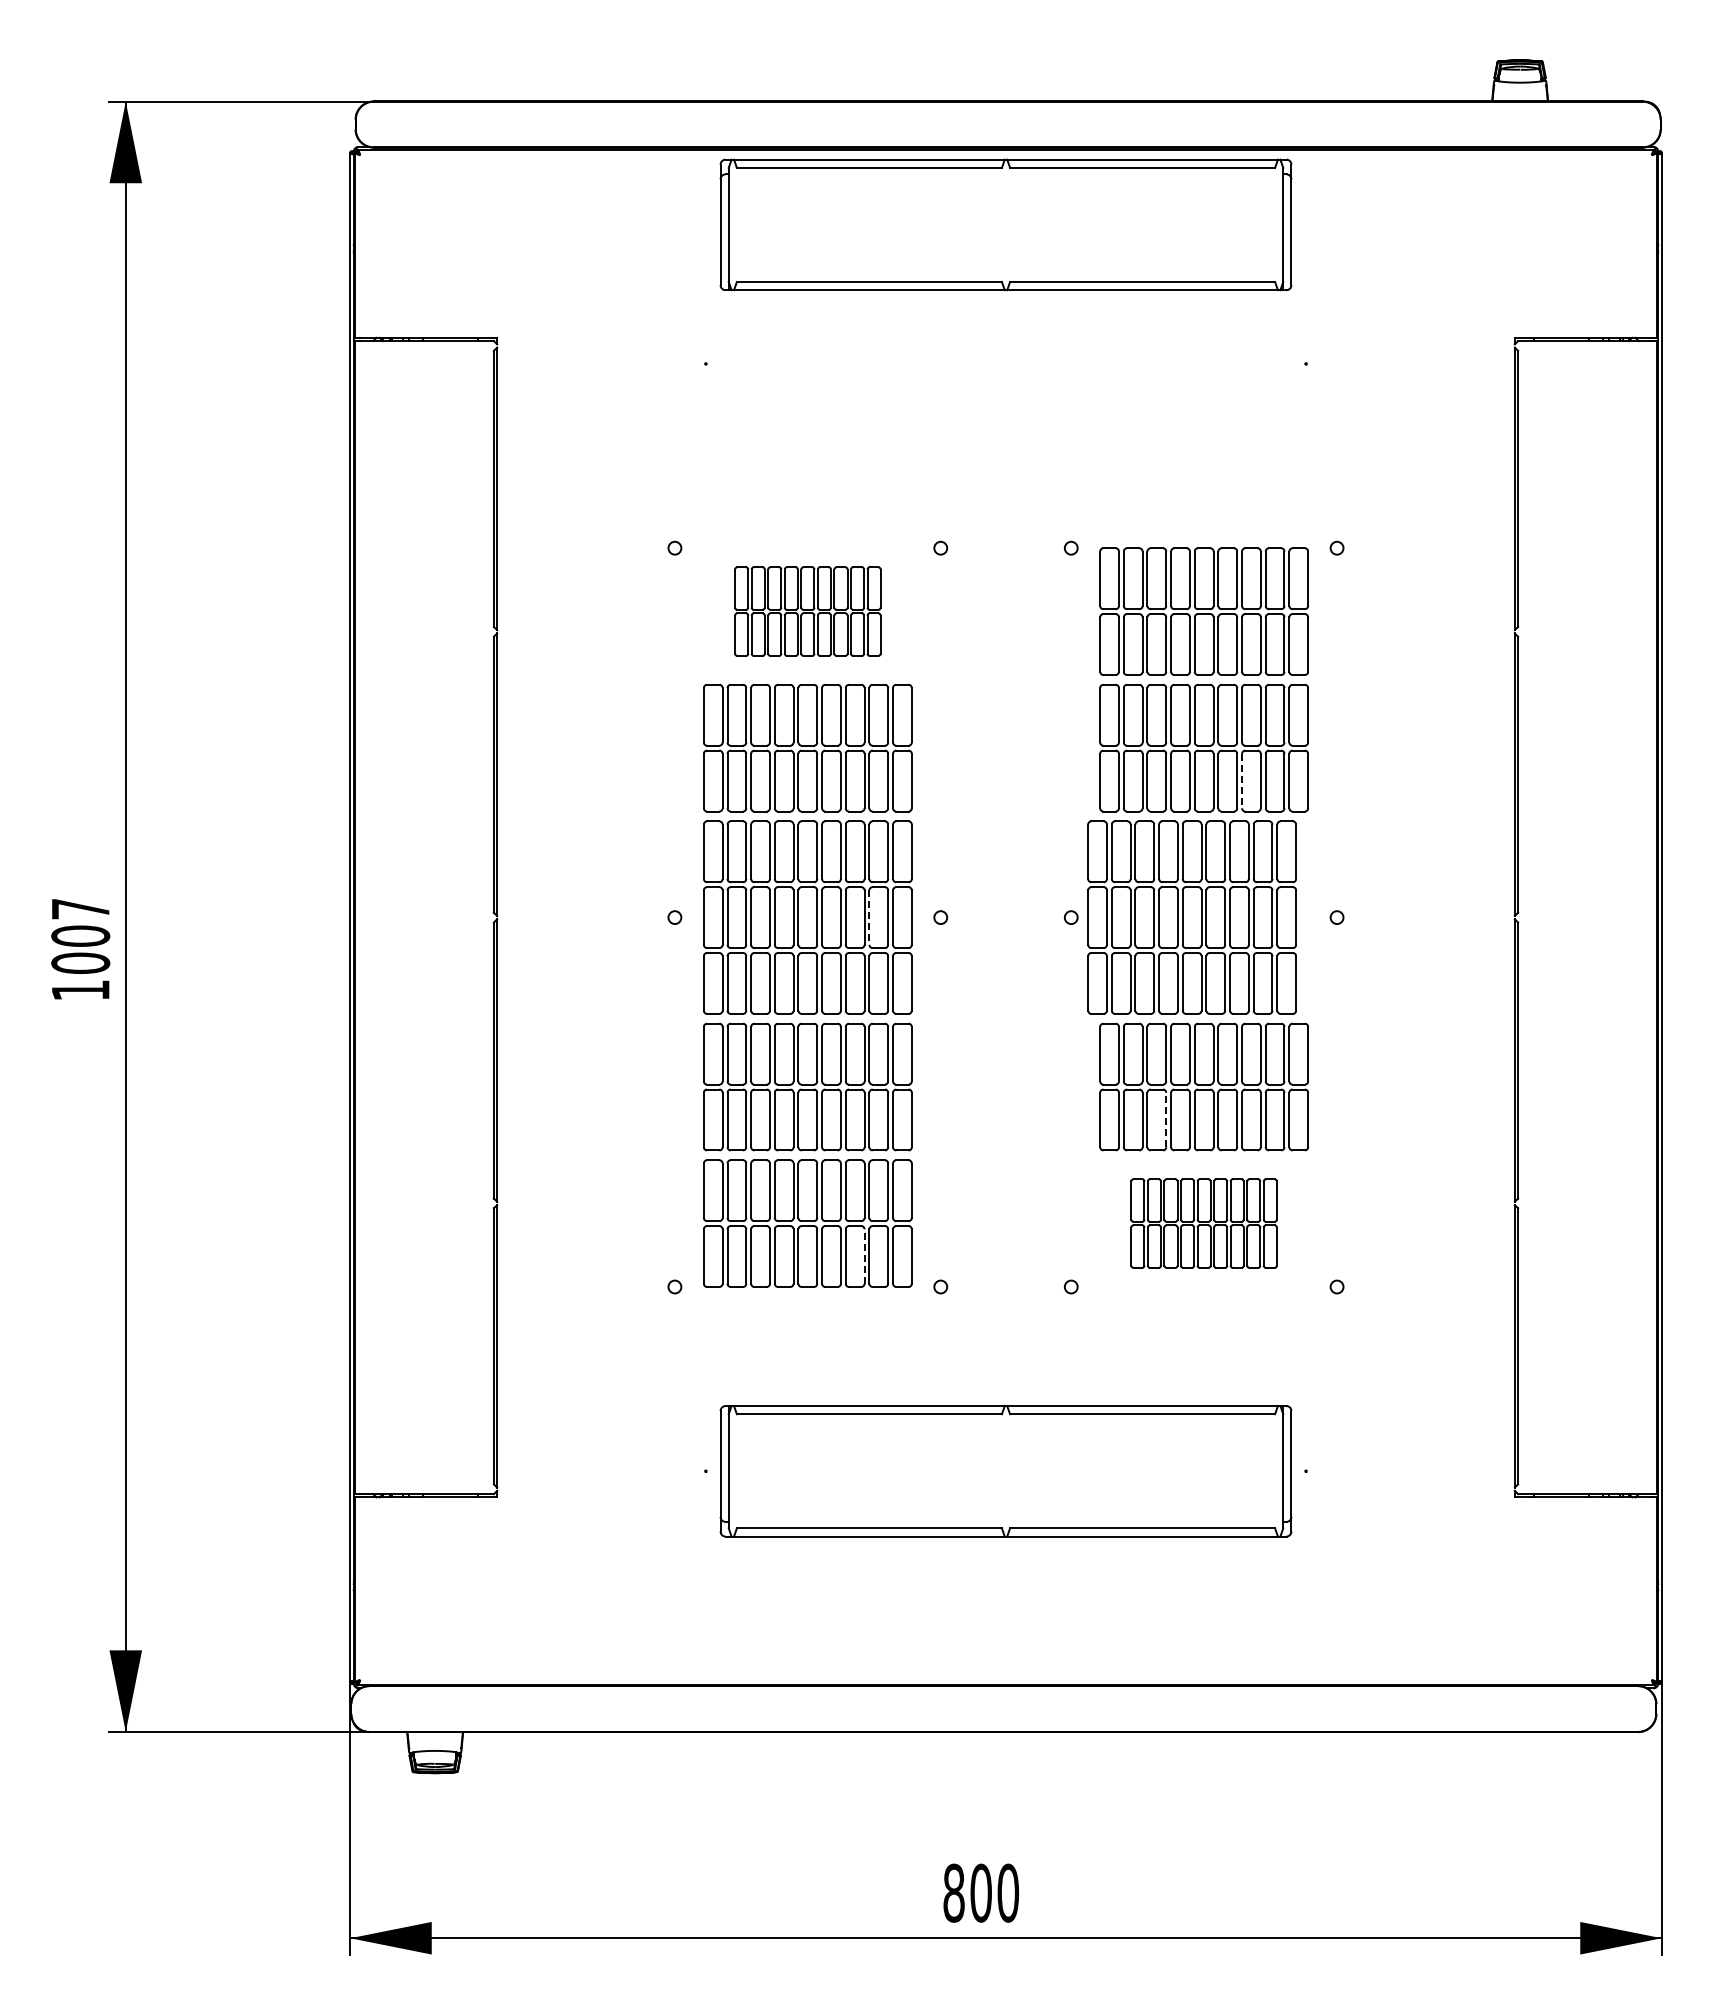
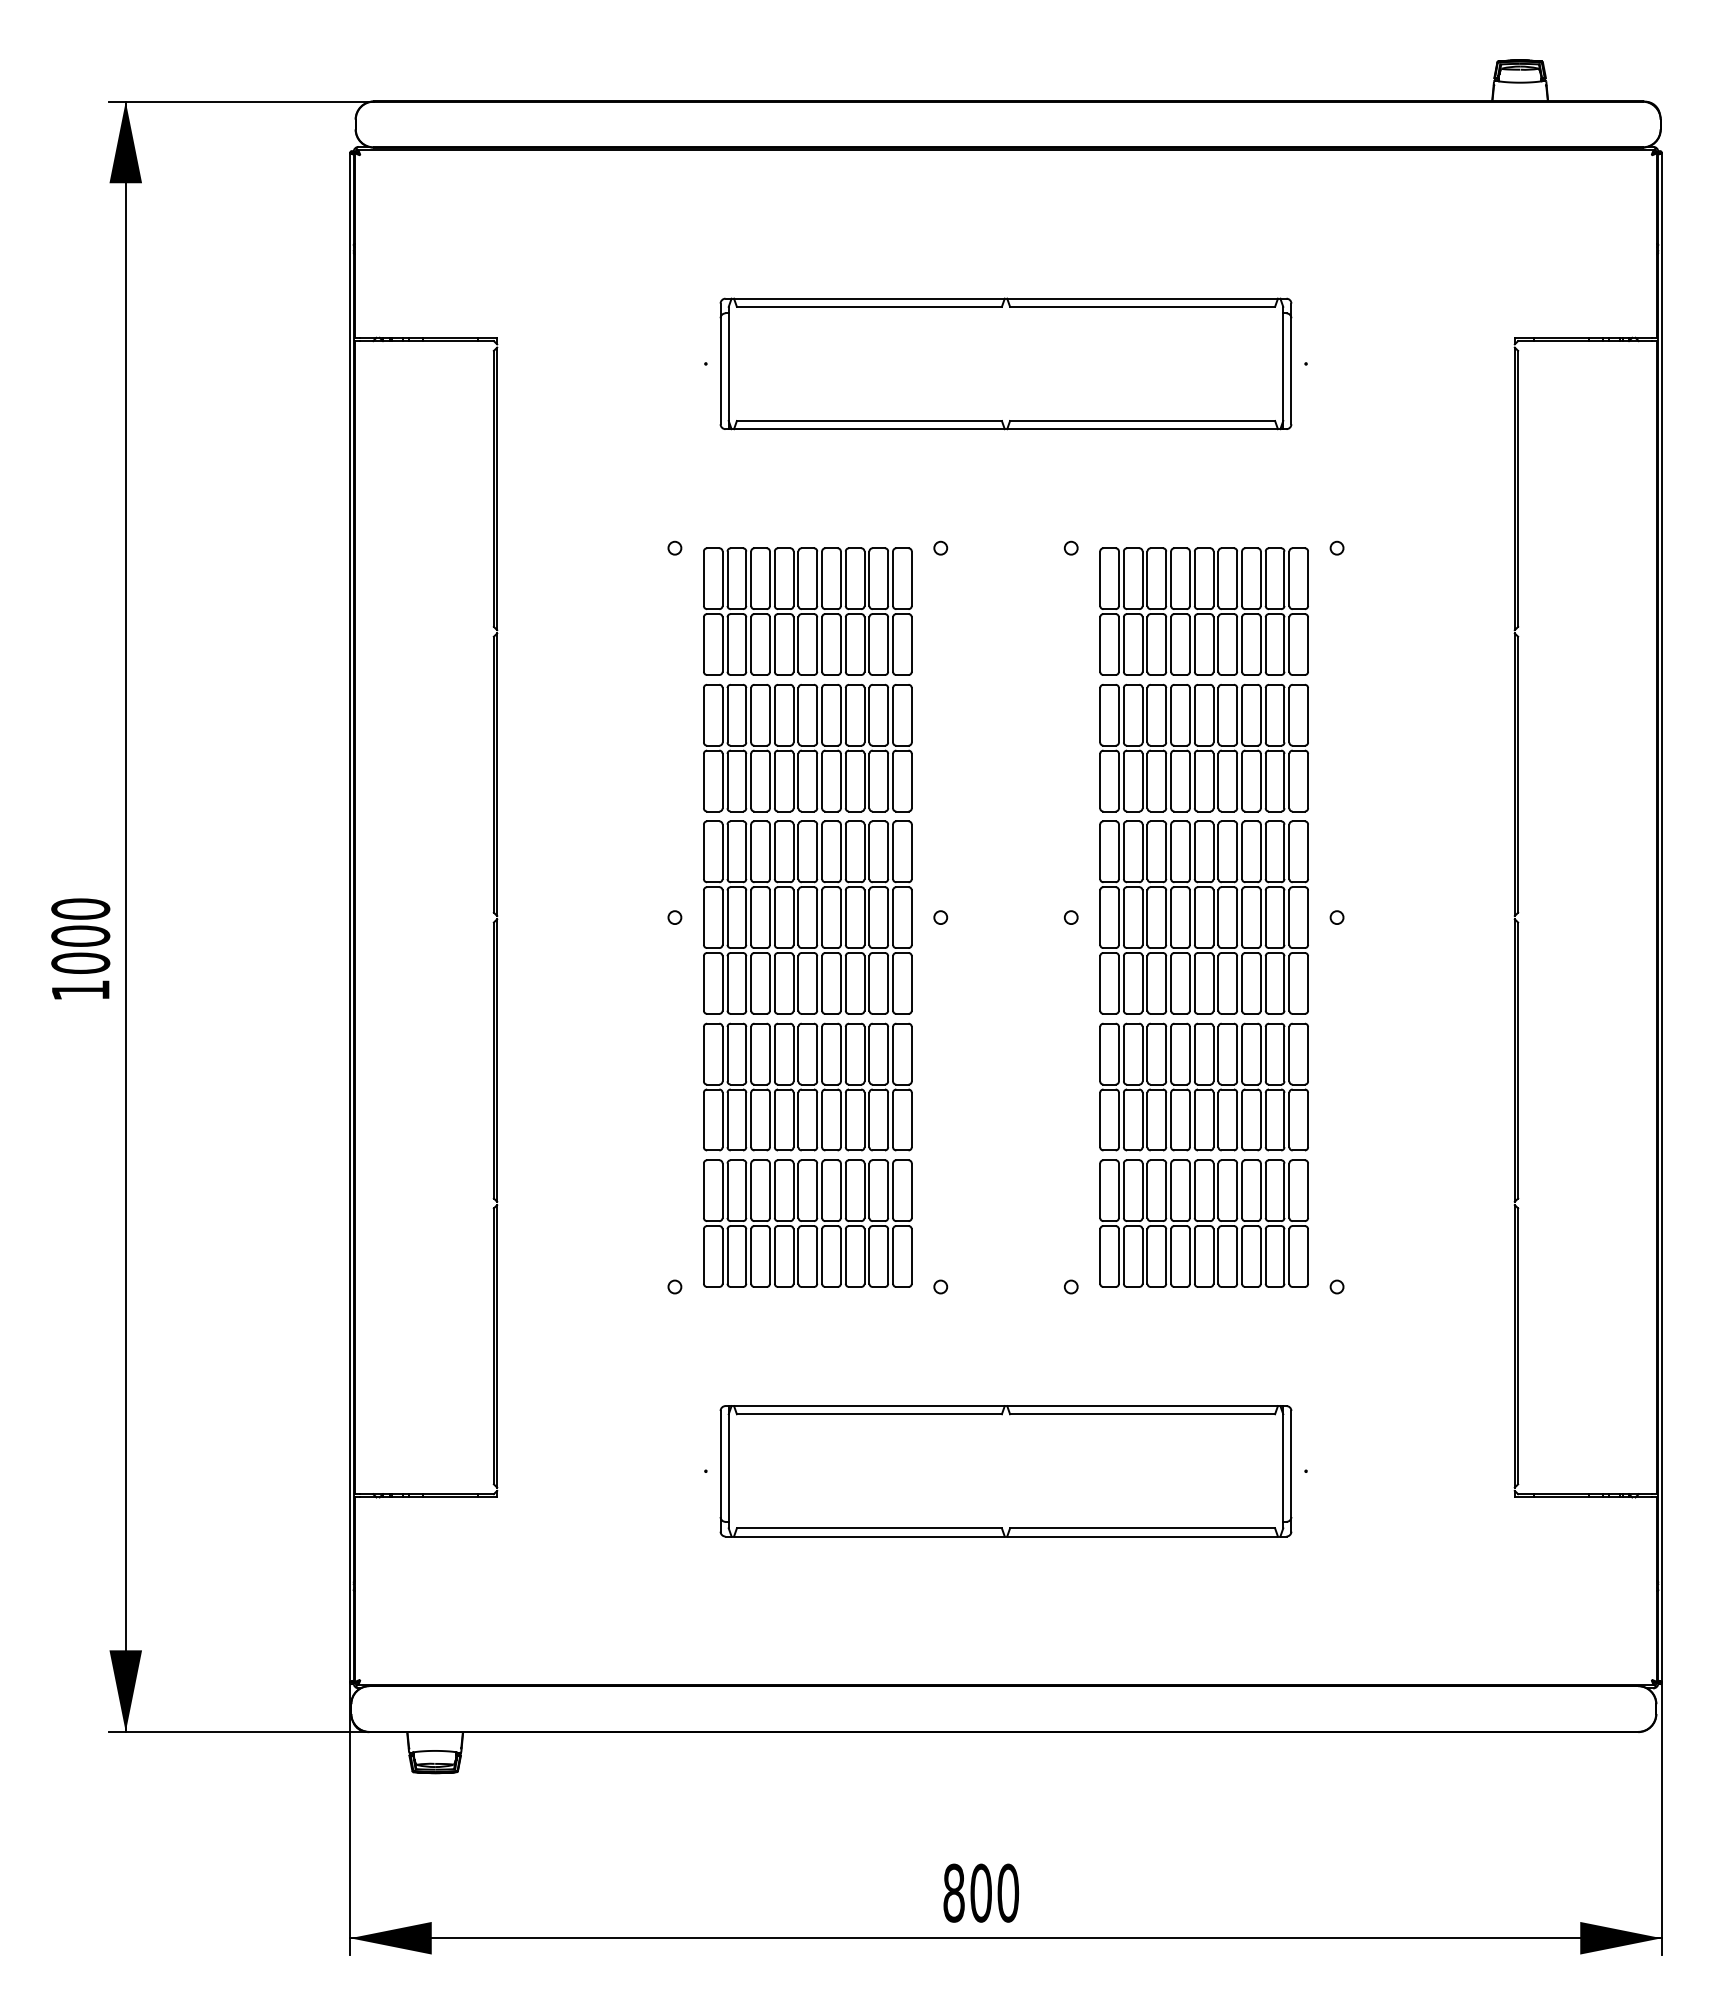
part at (1005, 224) position: (1005, 224) -> (1005, 363)
part at (807, 611) size: 148x91 px -> 210x129 px
line at (1242, 781): dashed -> solid
text at (80, 908): 1007 -> 1000
part at (1191, 917) position: (1191, 917) -> (1203, 917)
line at (869, 918): dashed -> solid
line at (1166, 1119): dashed -> solid
part at (1203, 1223) size: 148x91 px -> 210x129 px
line at (864, 1256): dashed -> solid
